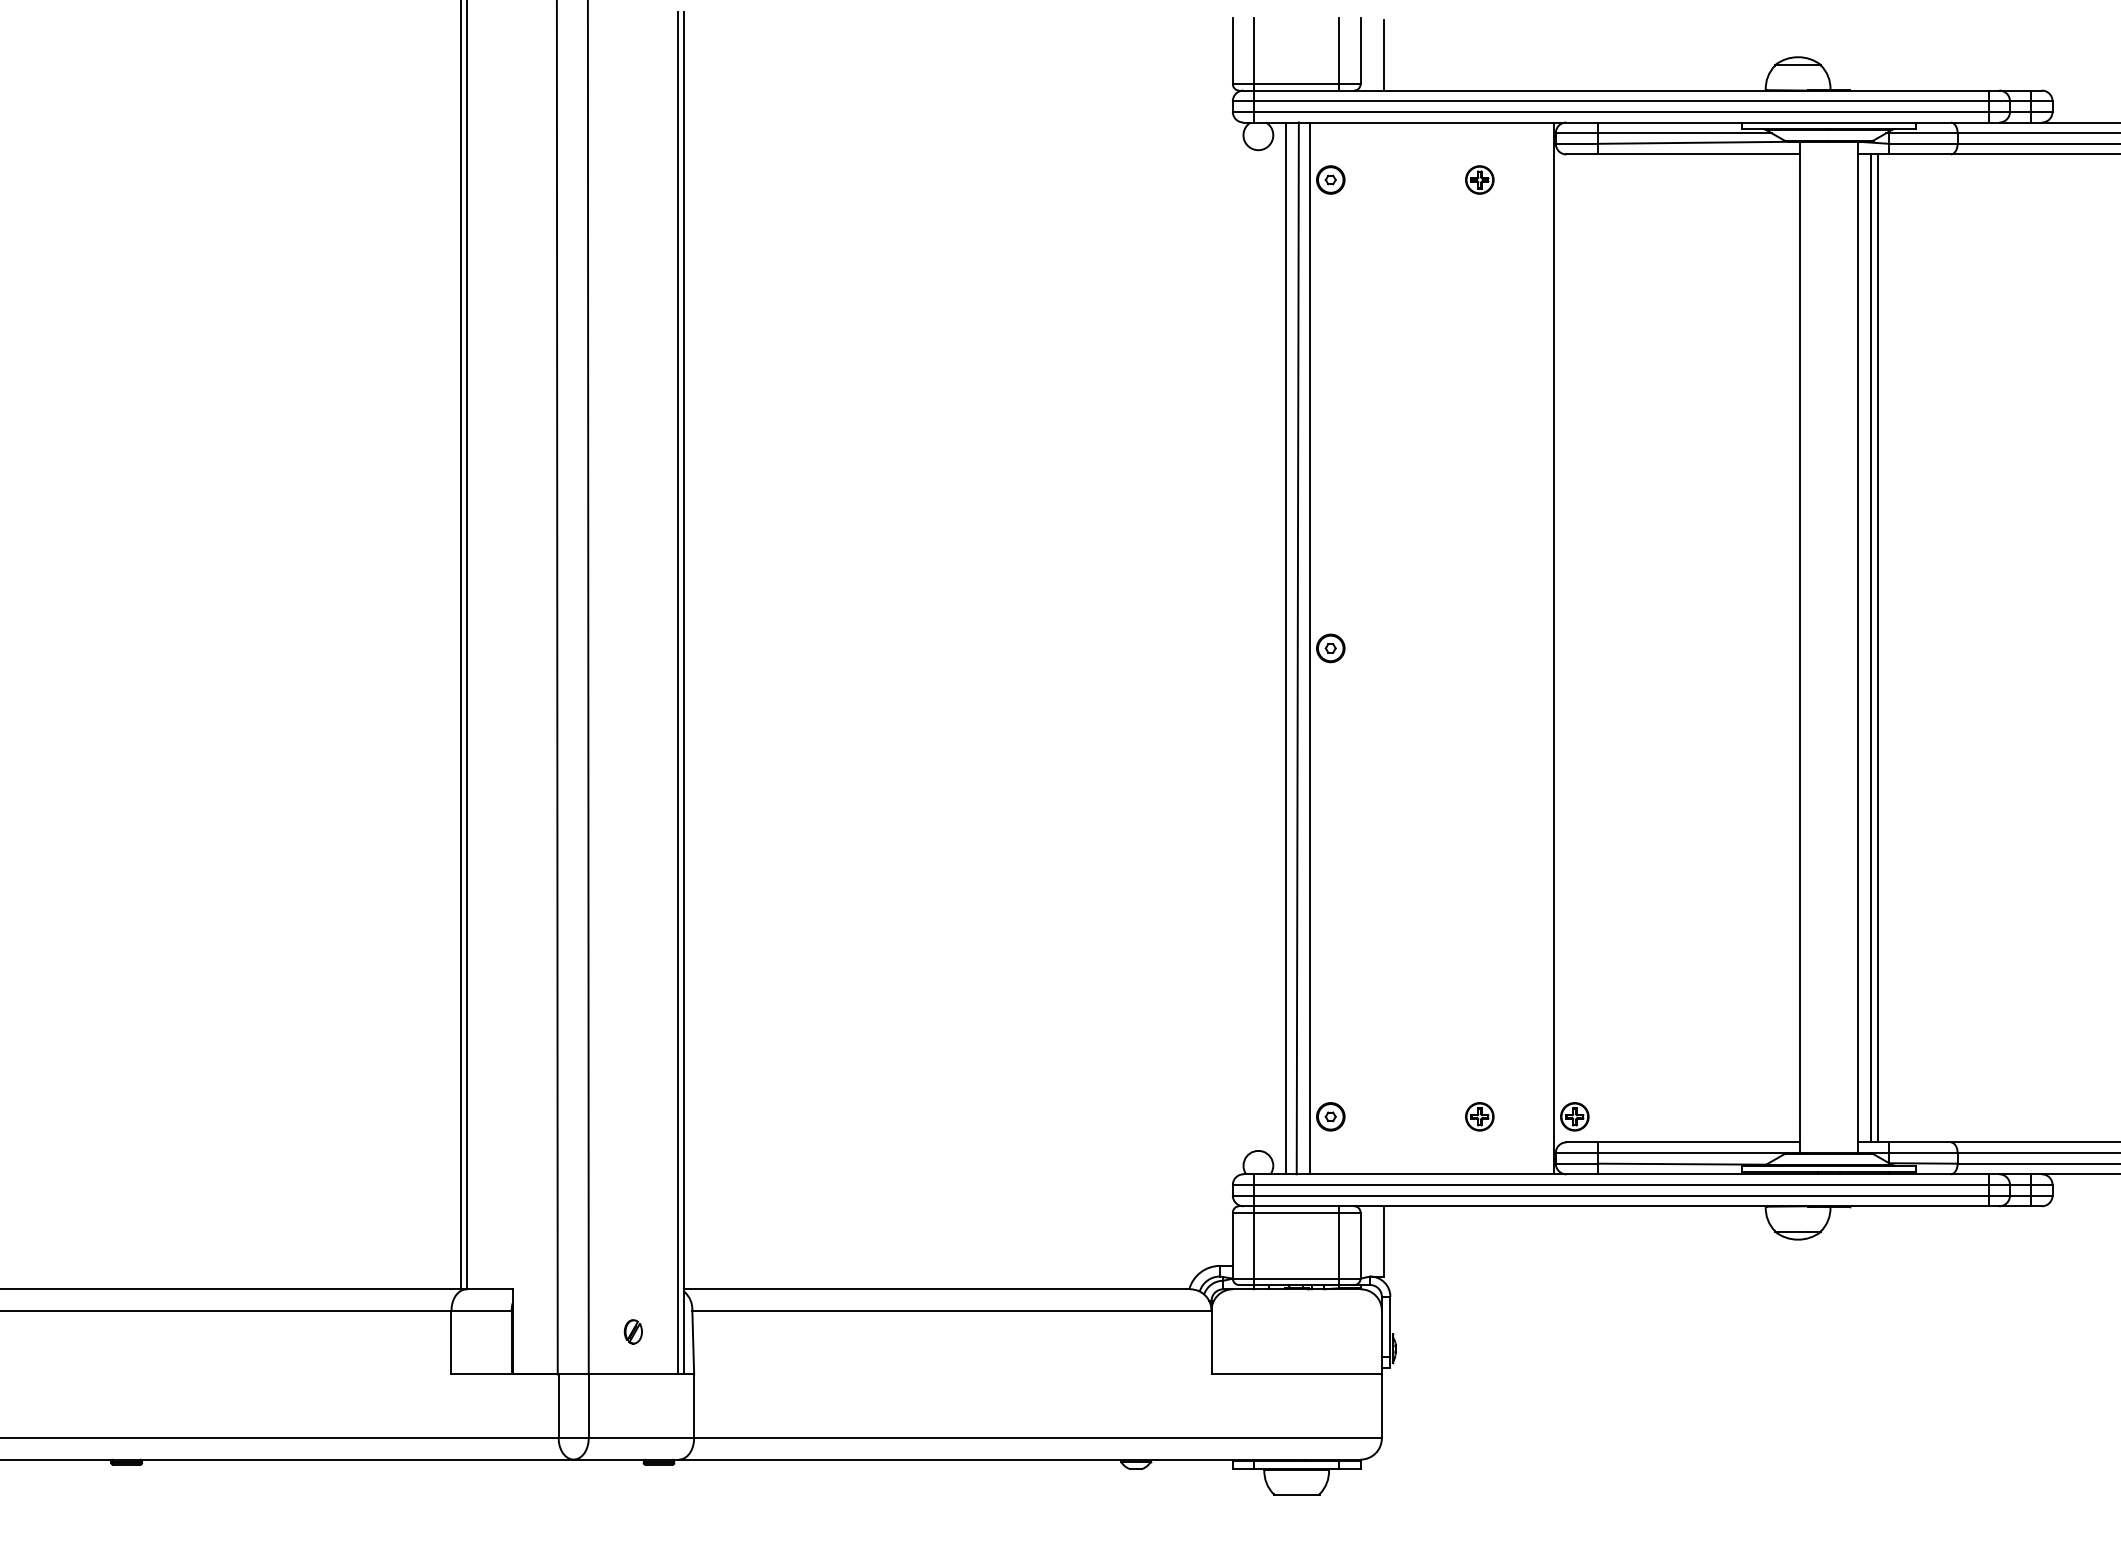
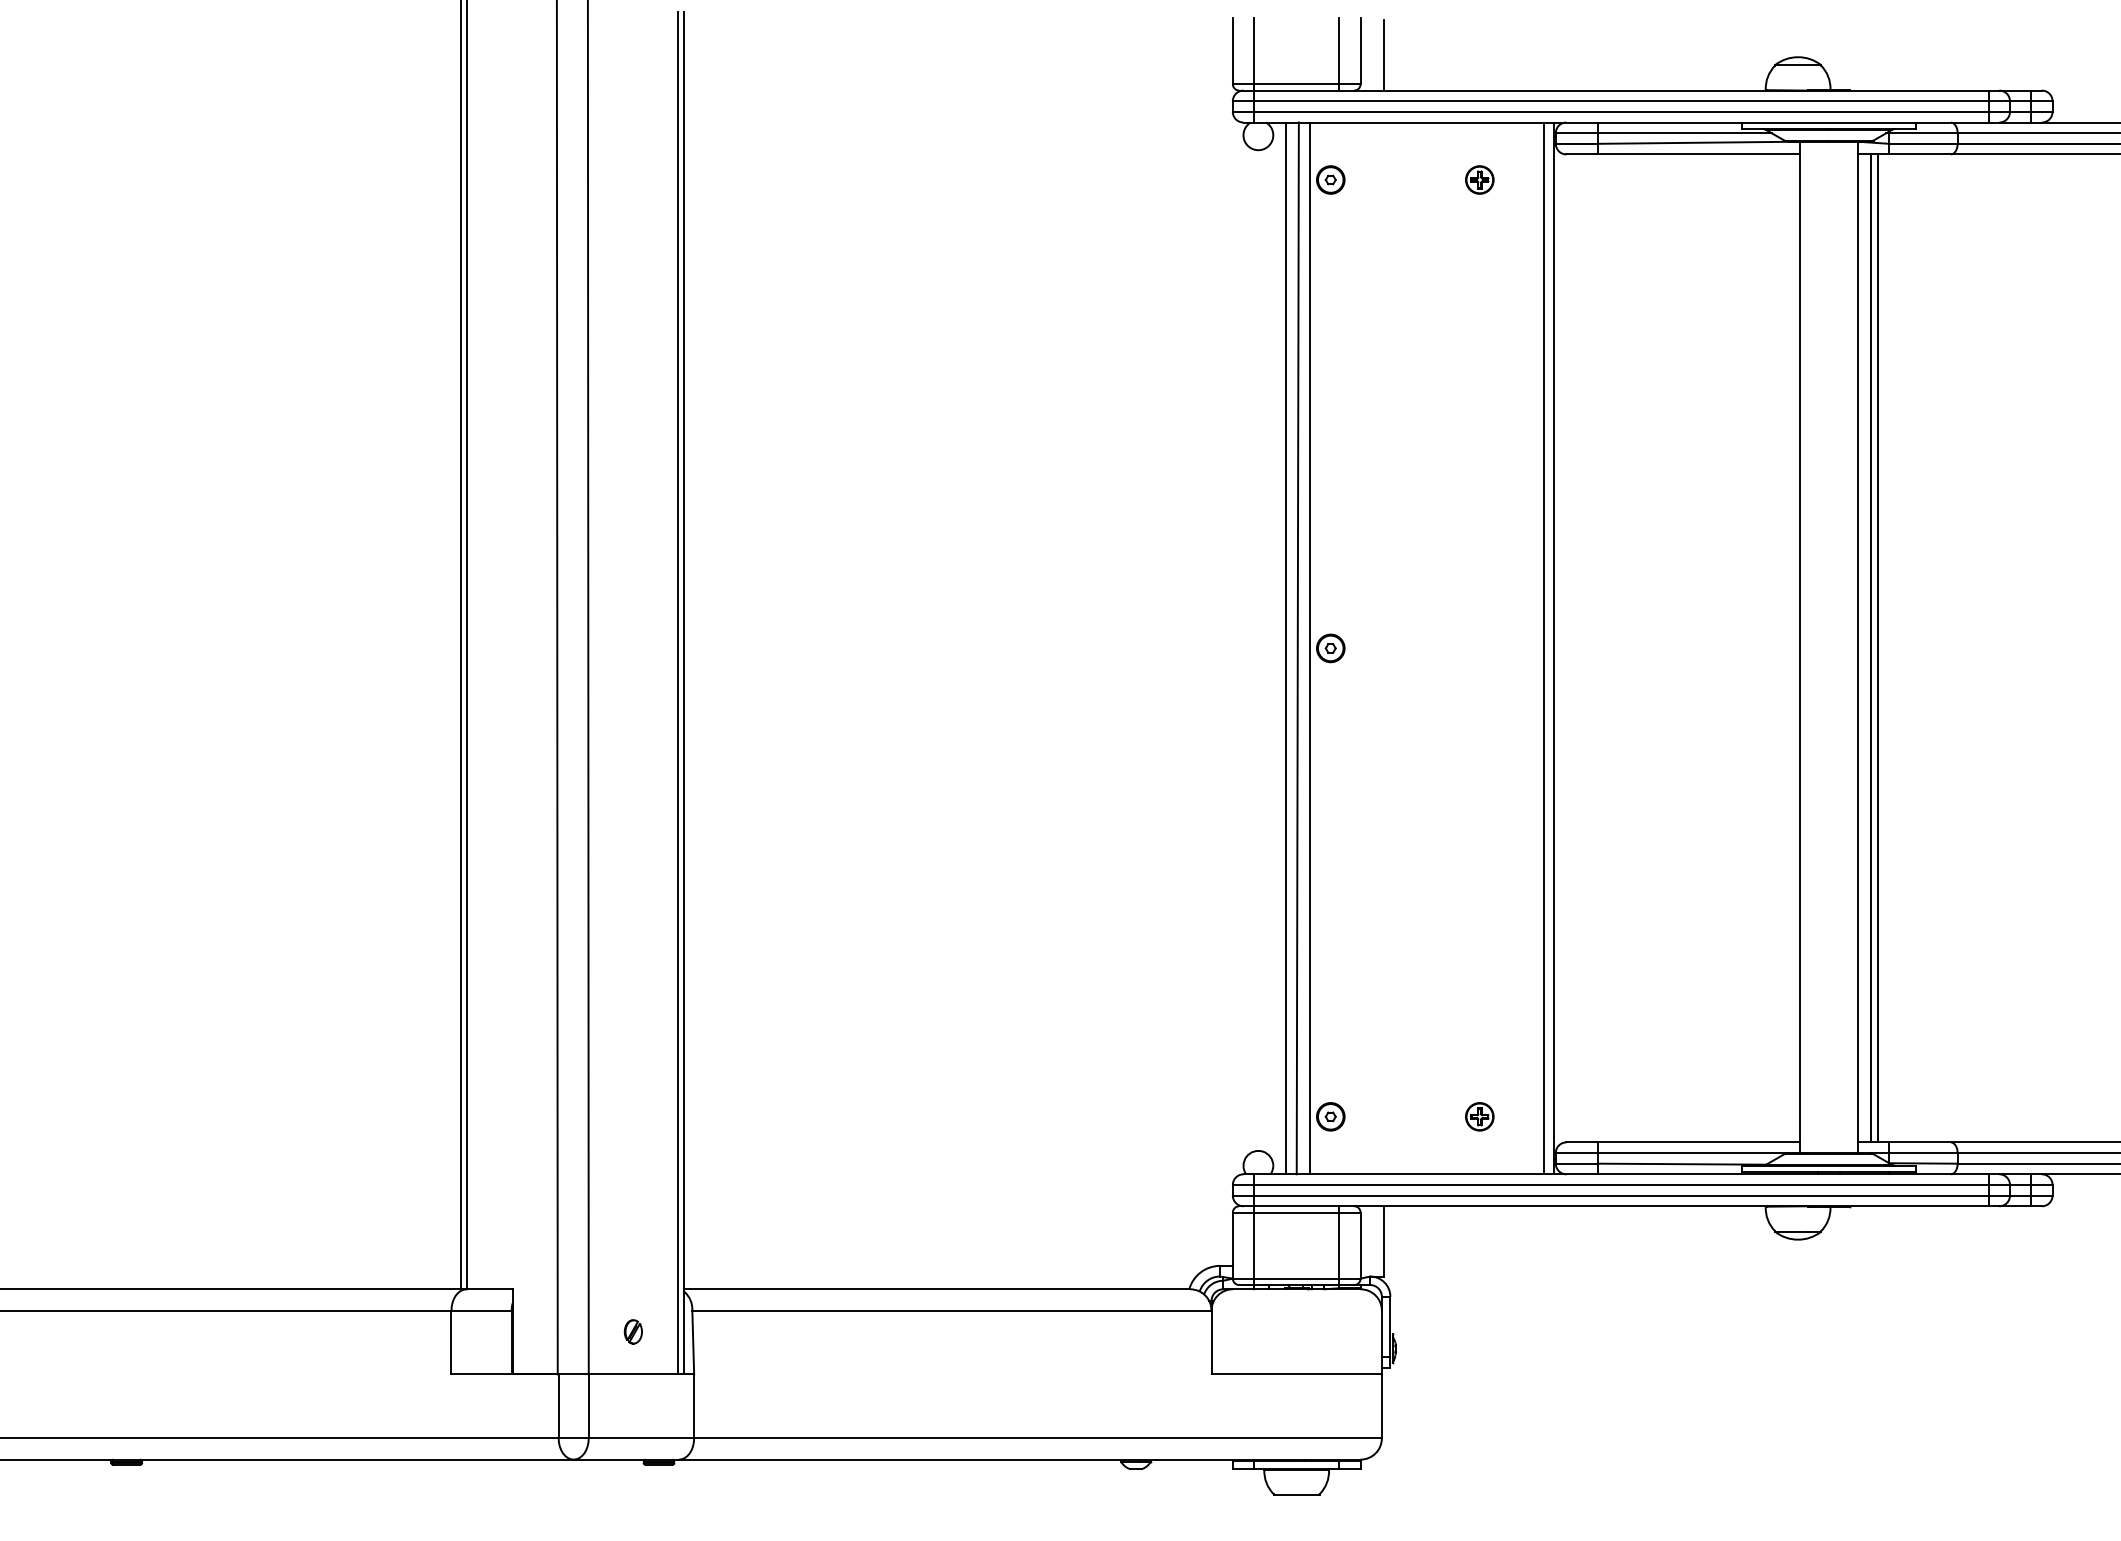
line at (1543, 648): none -> present
part at (1574, 1116): present -> none
